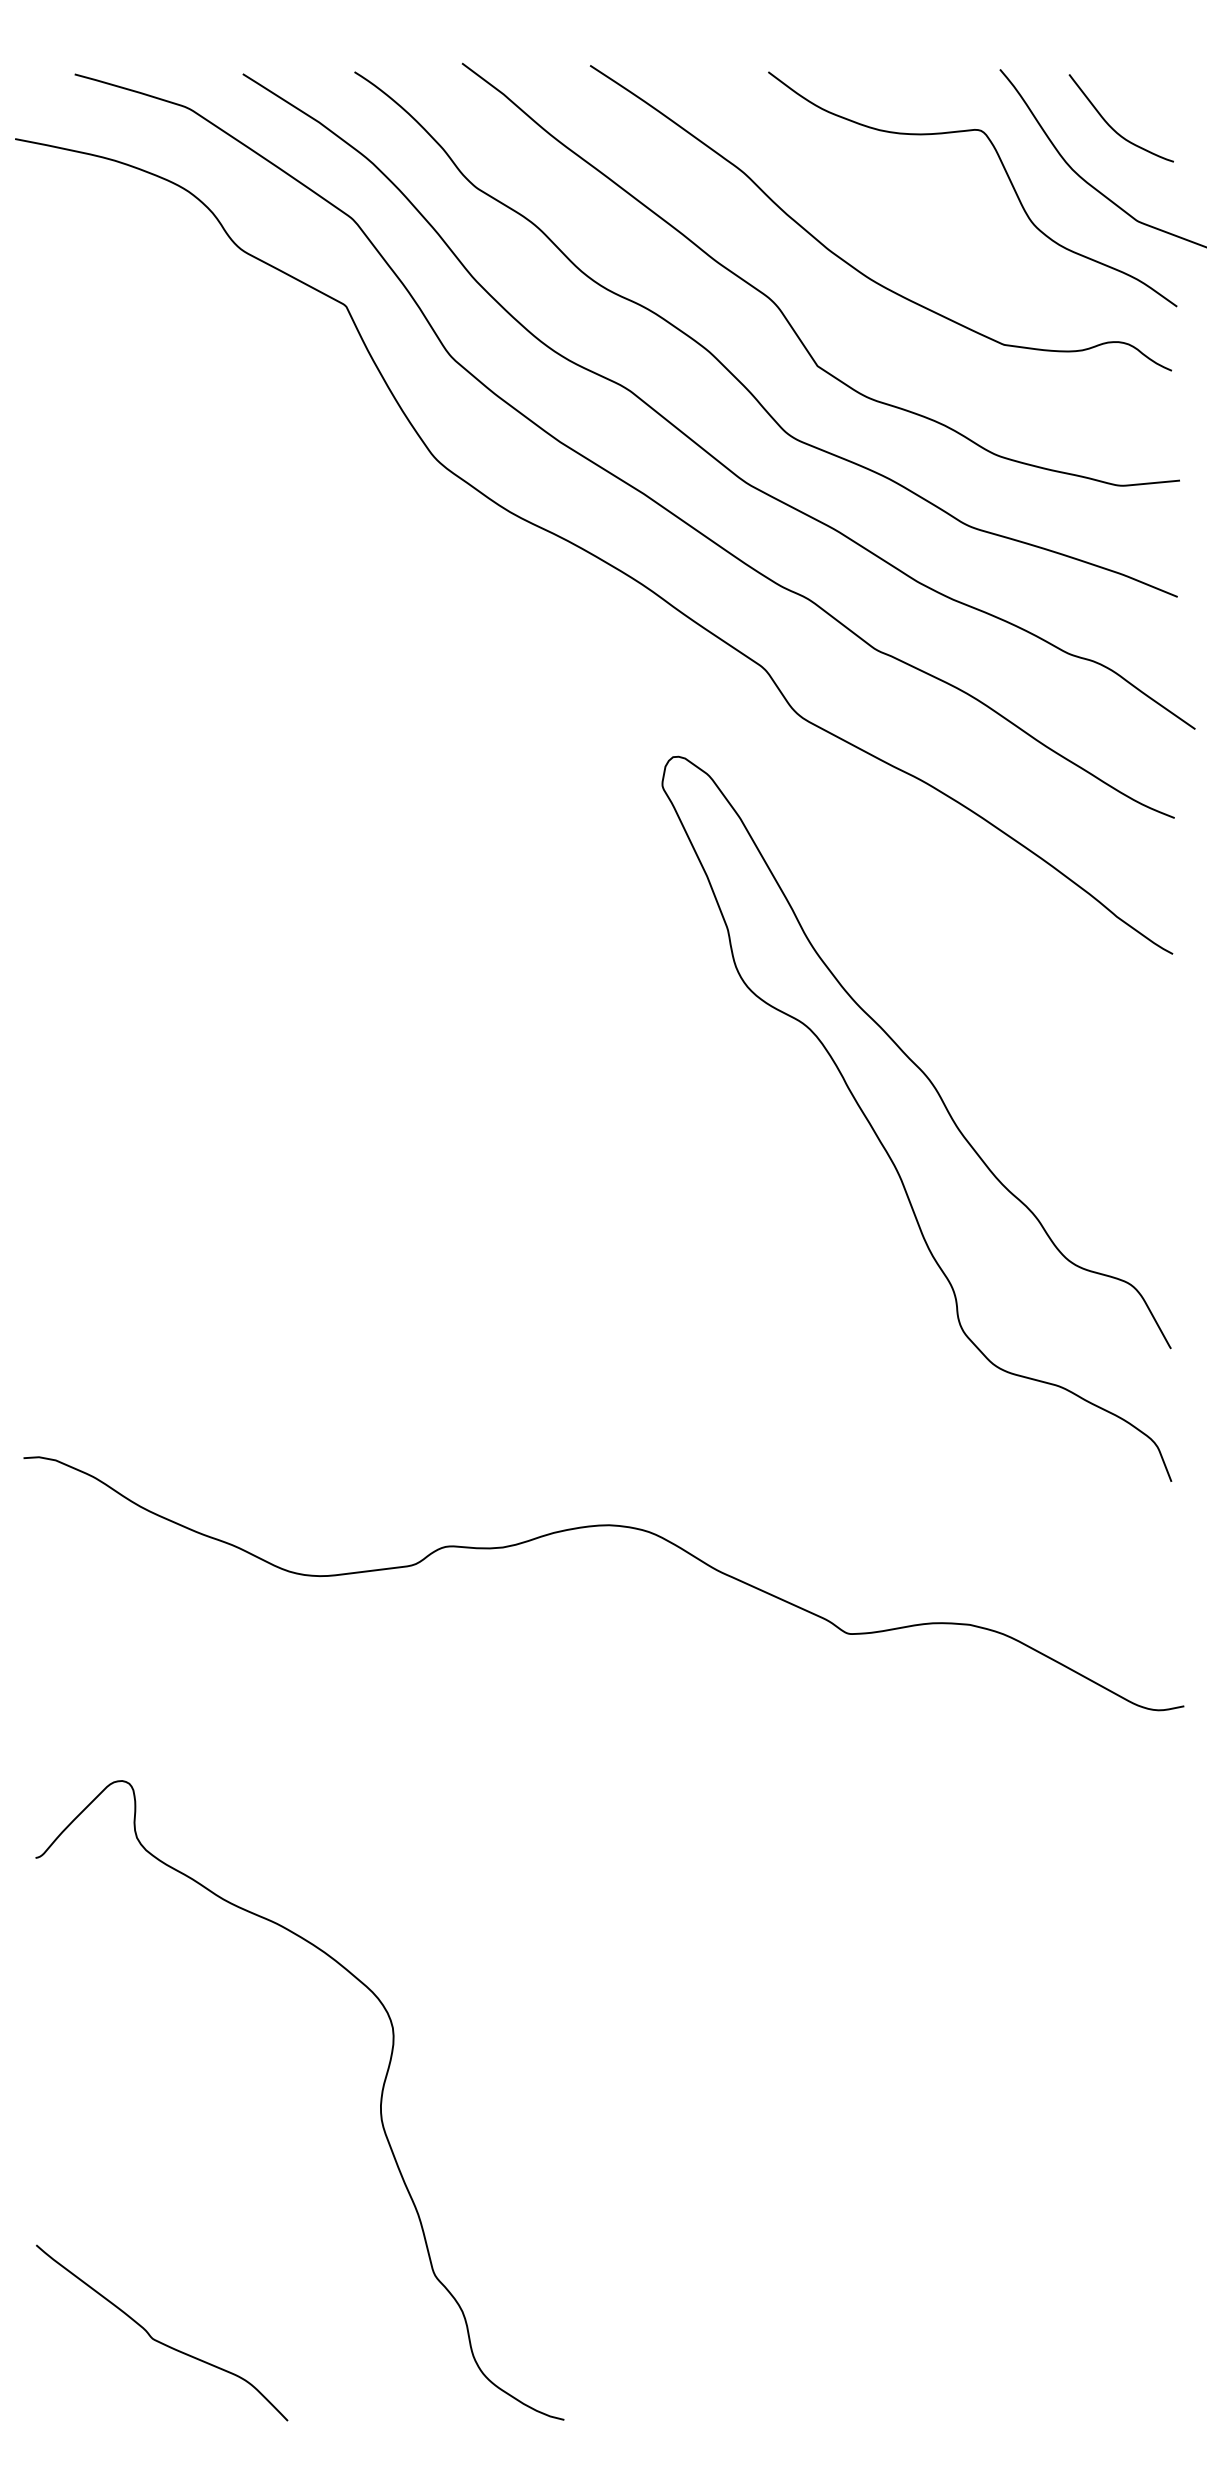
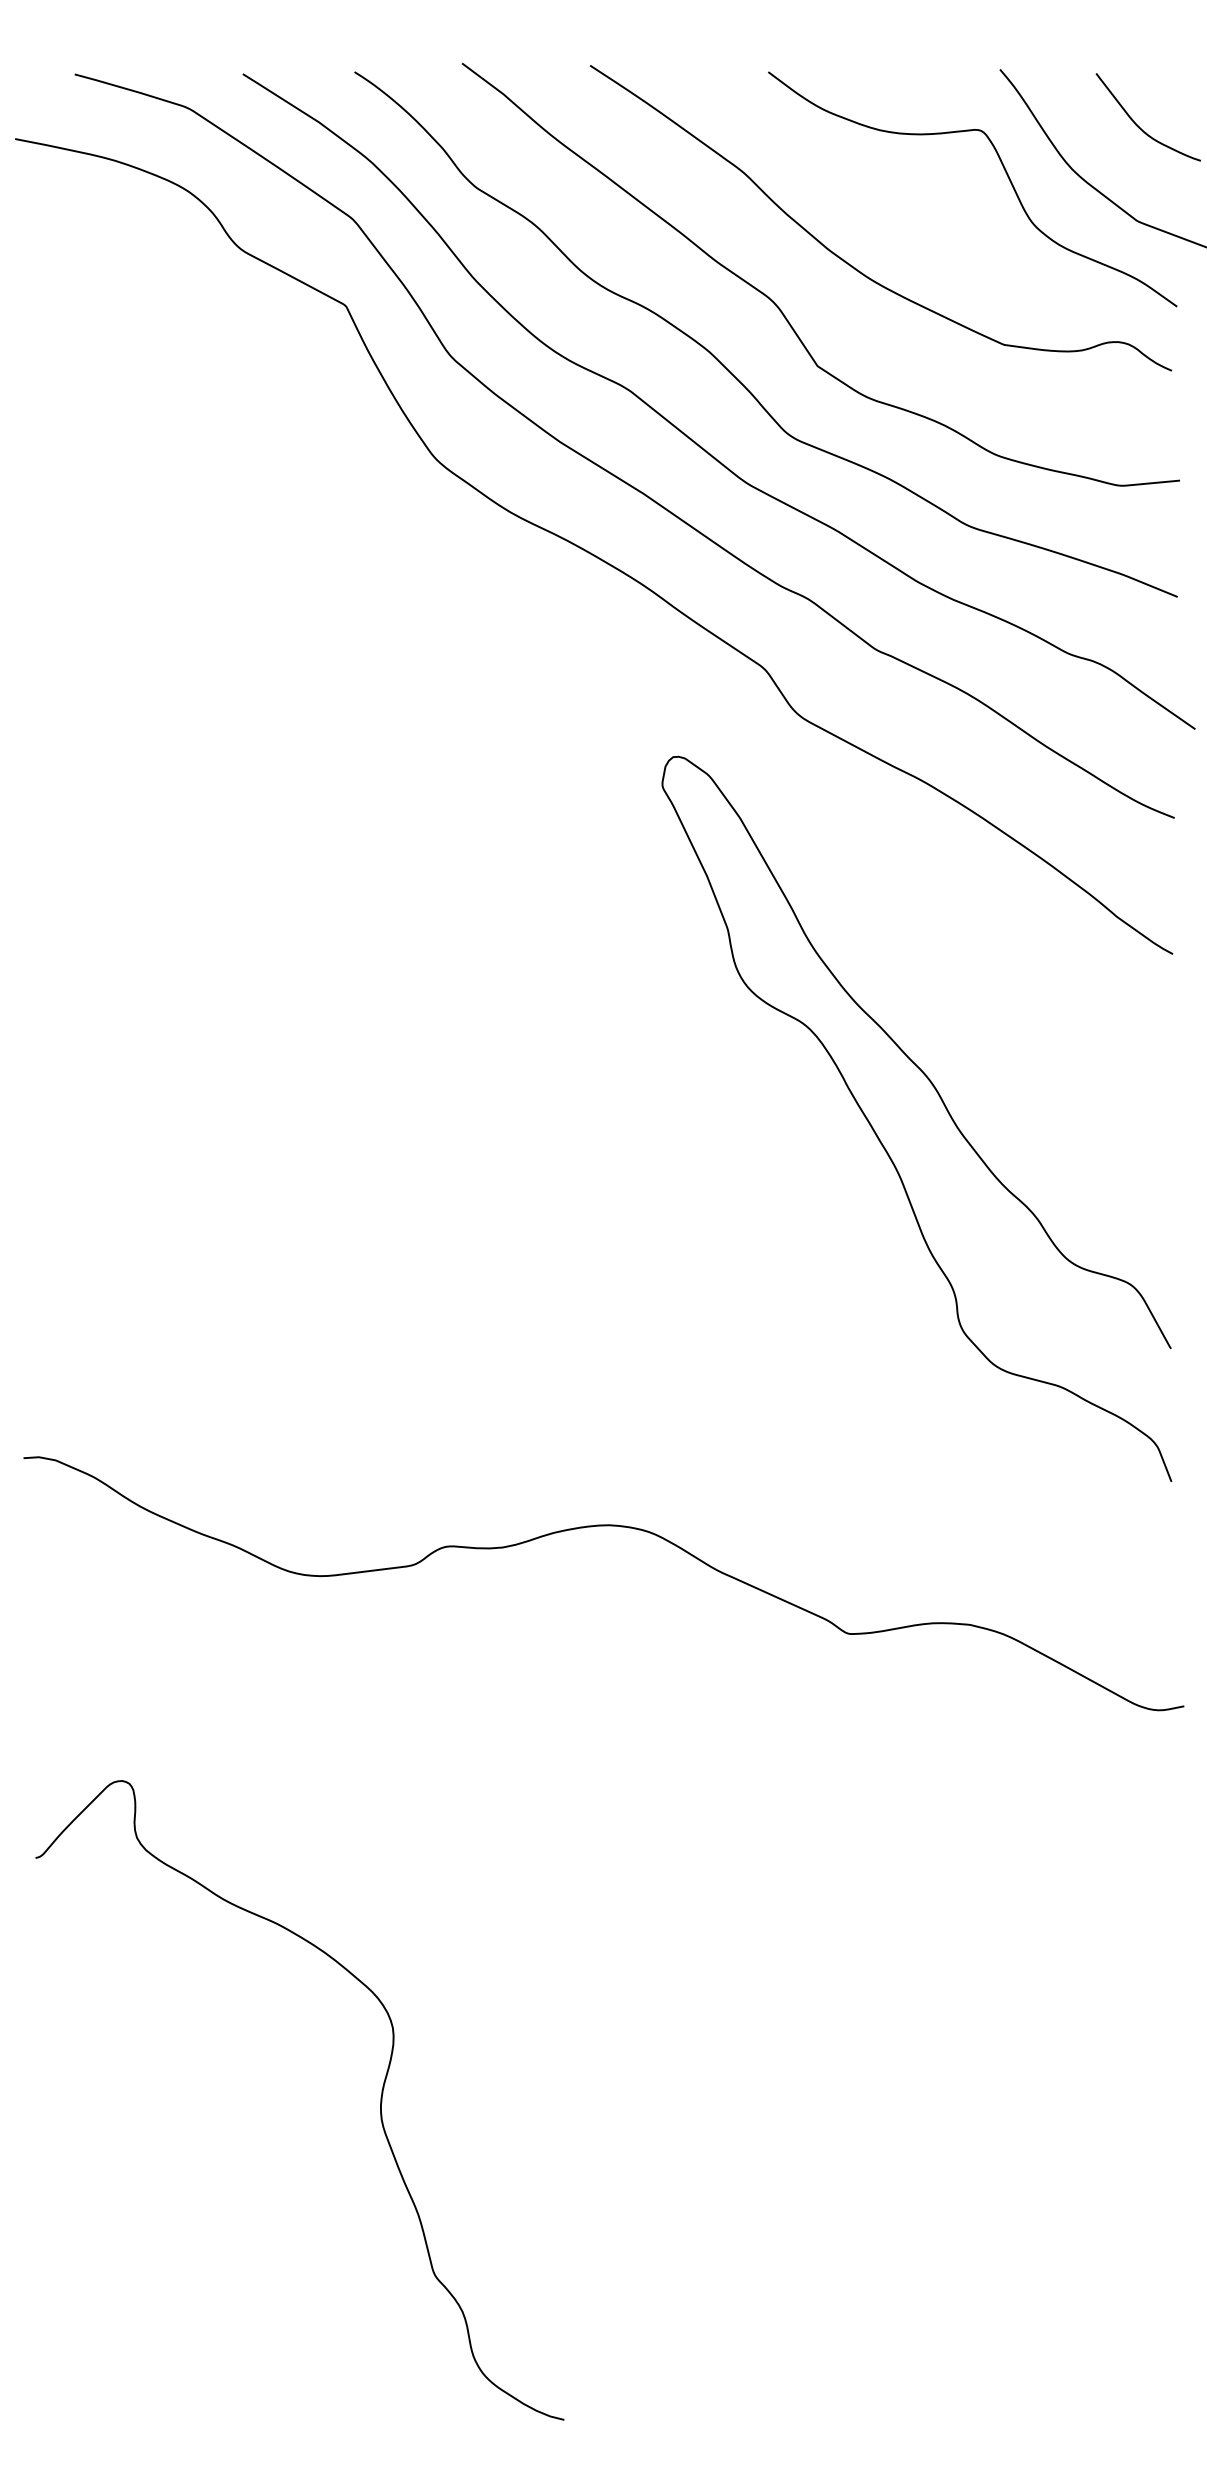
curve at (1111, 126) position: (1111, 126) -> (1138, 125)
curve at (158, 2340): present -> none
